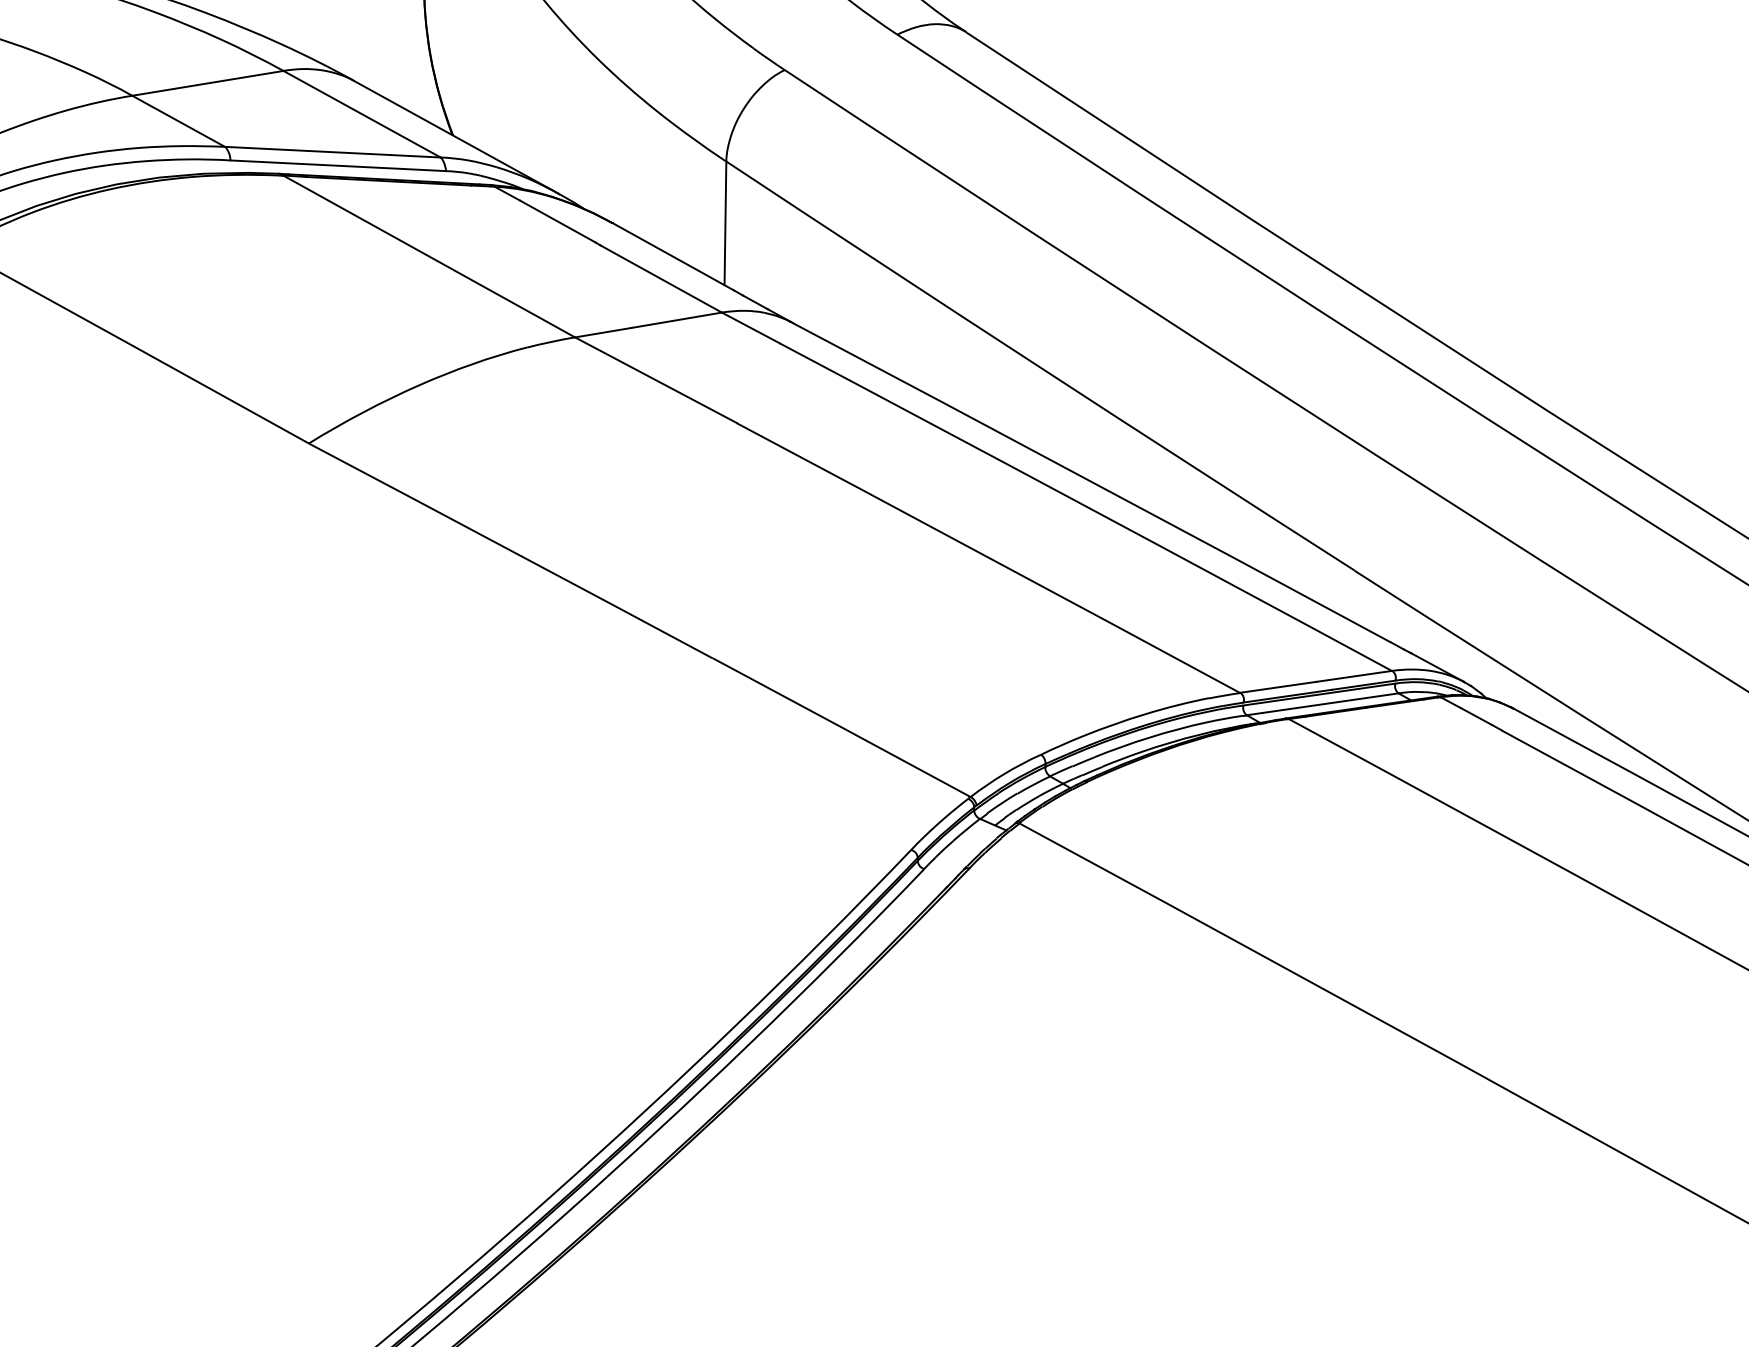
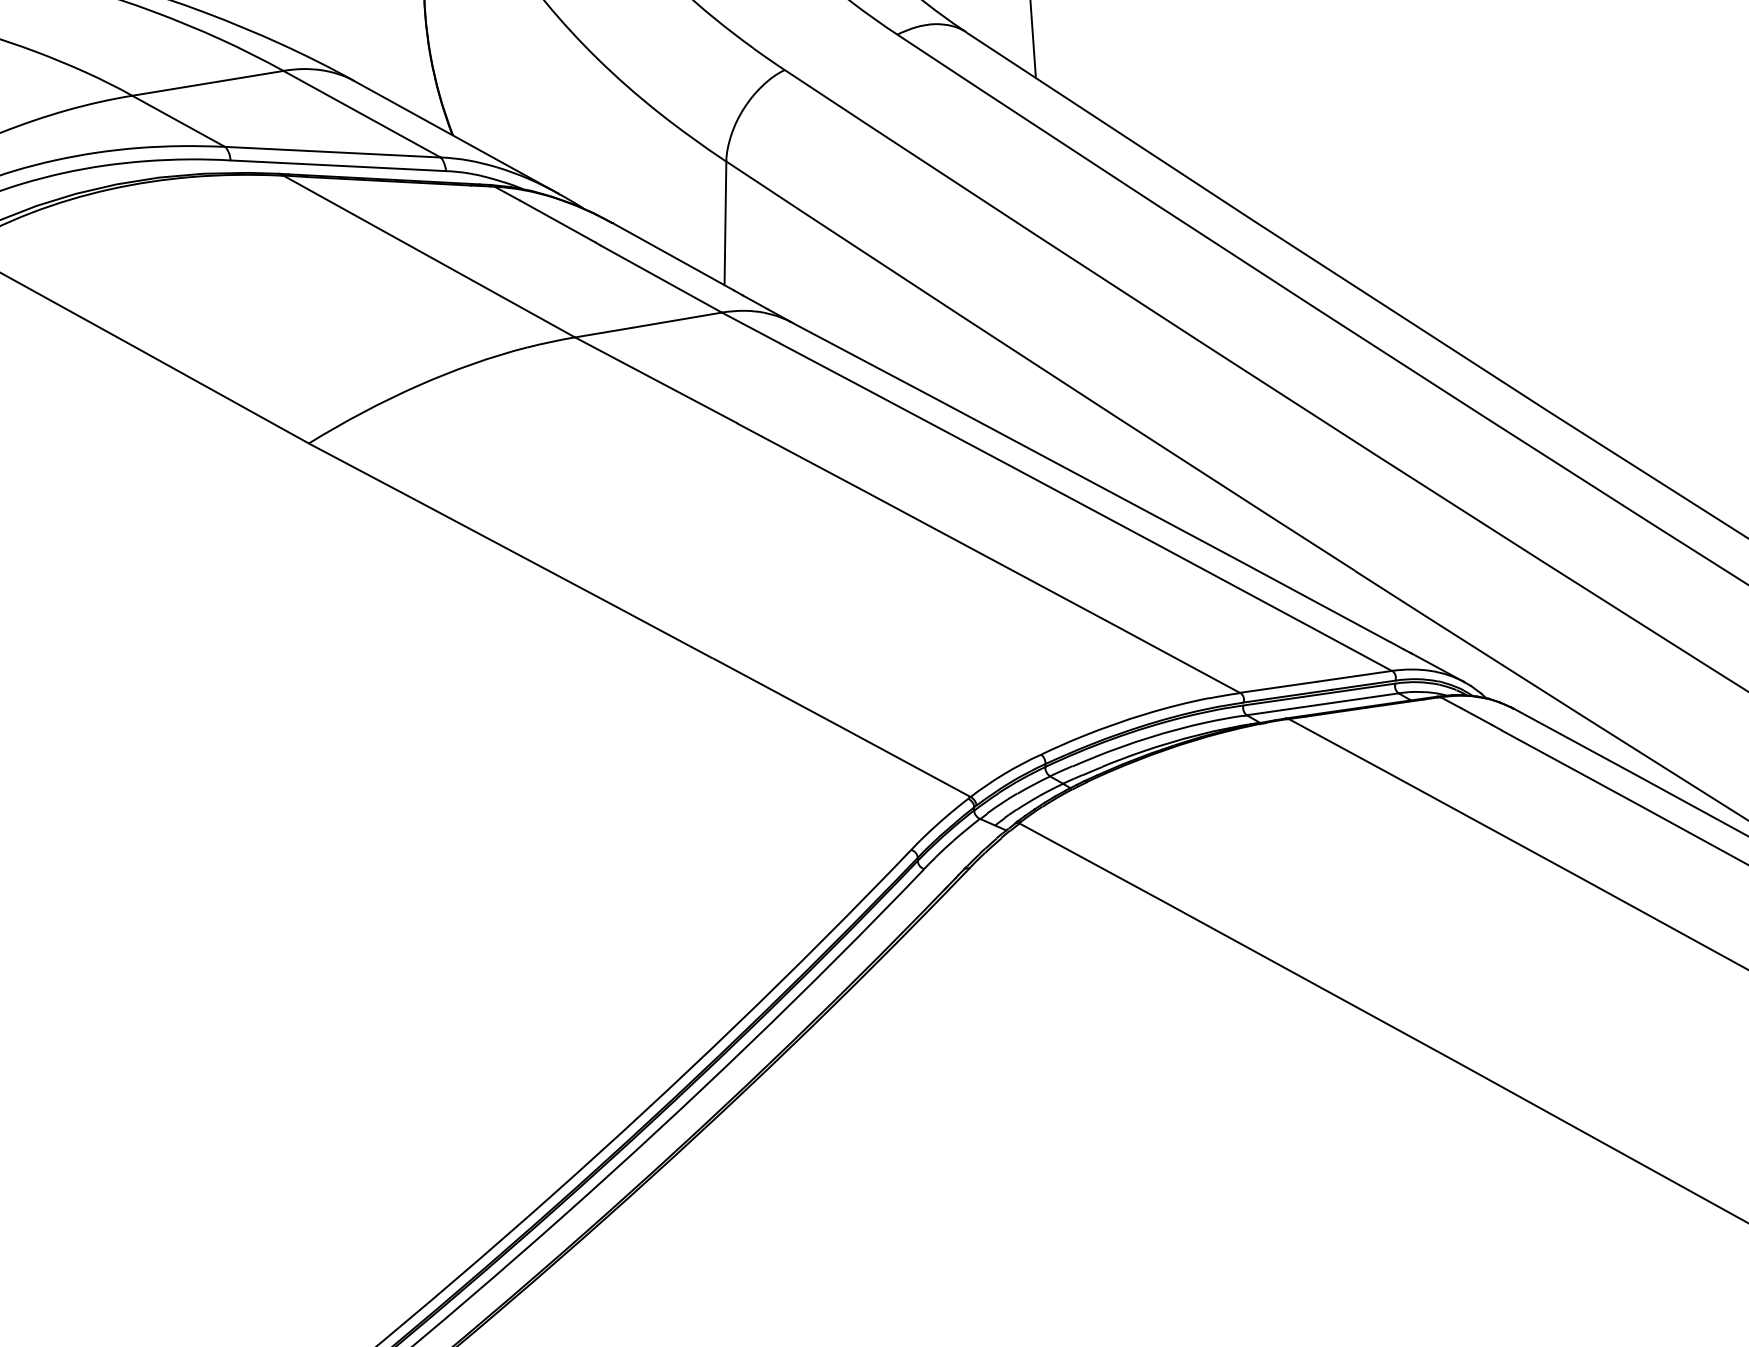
line at (1032, 40): none -> present
